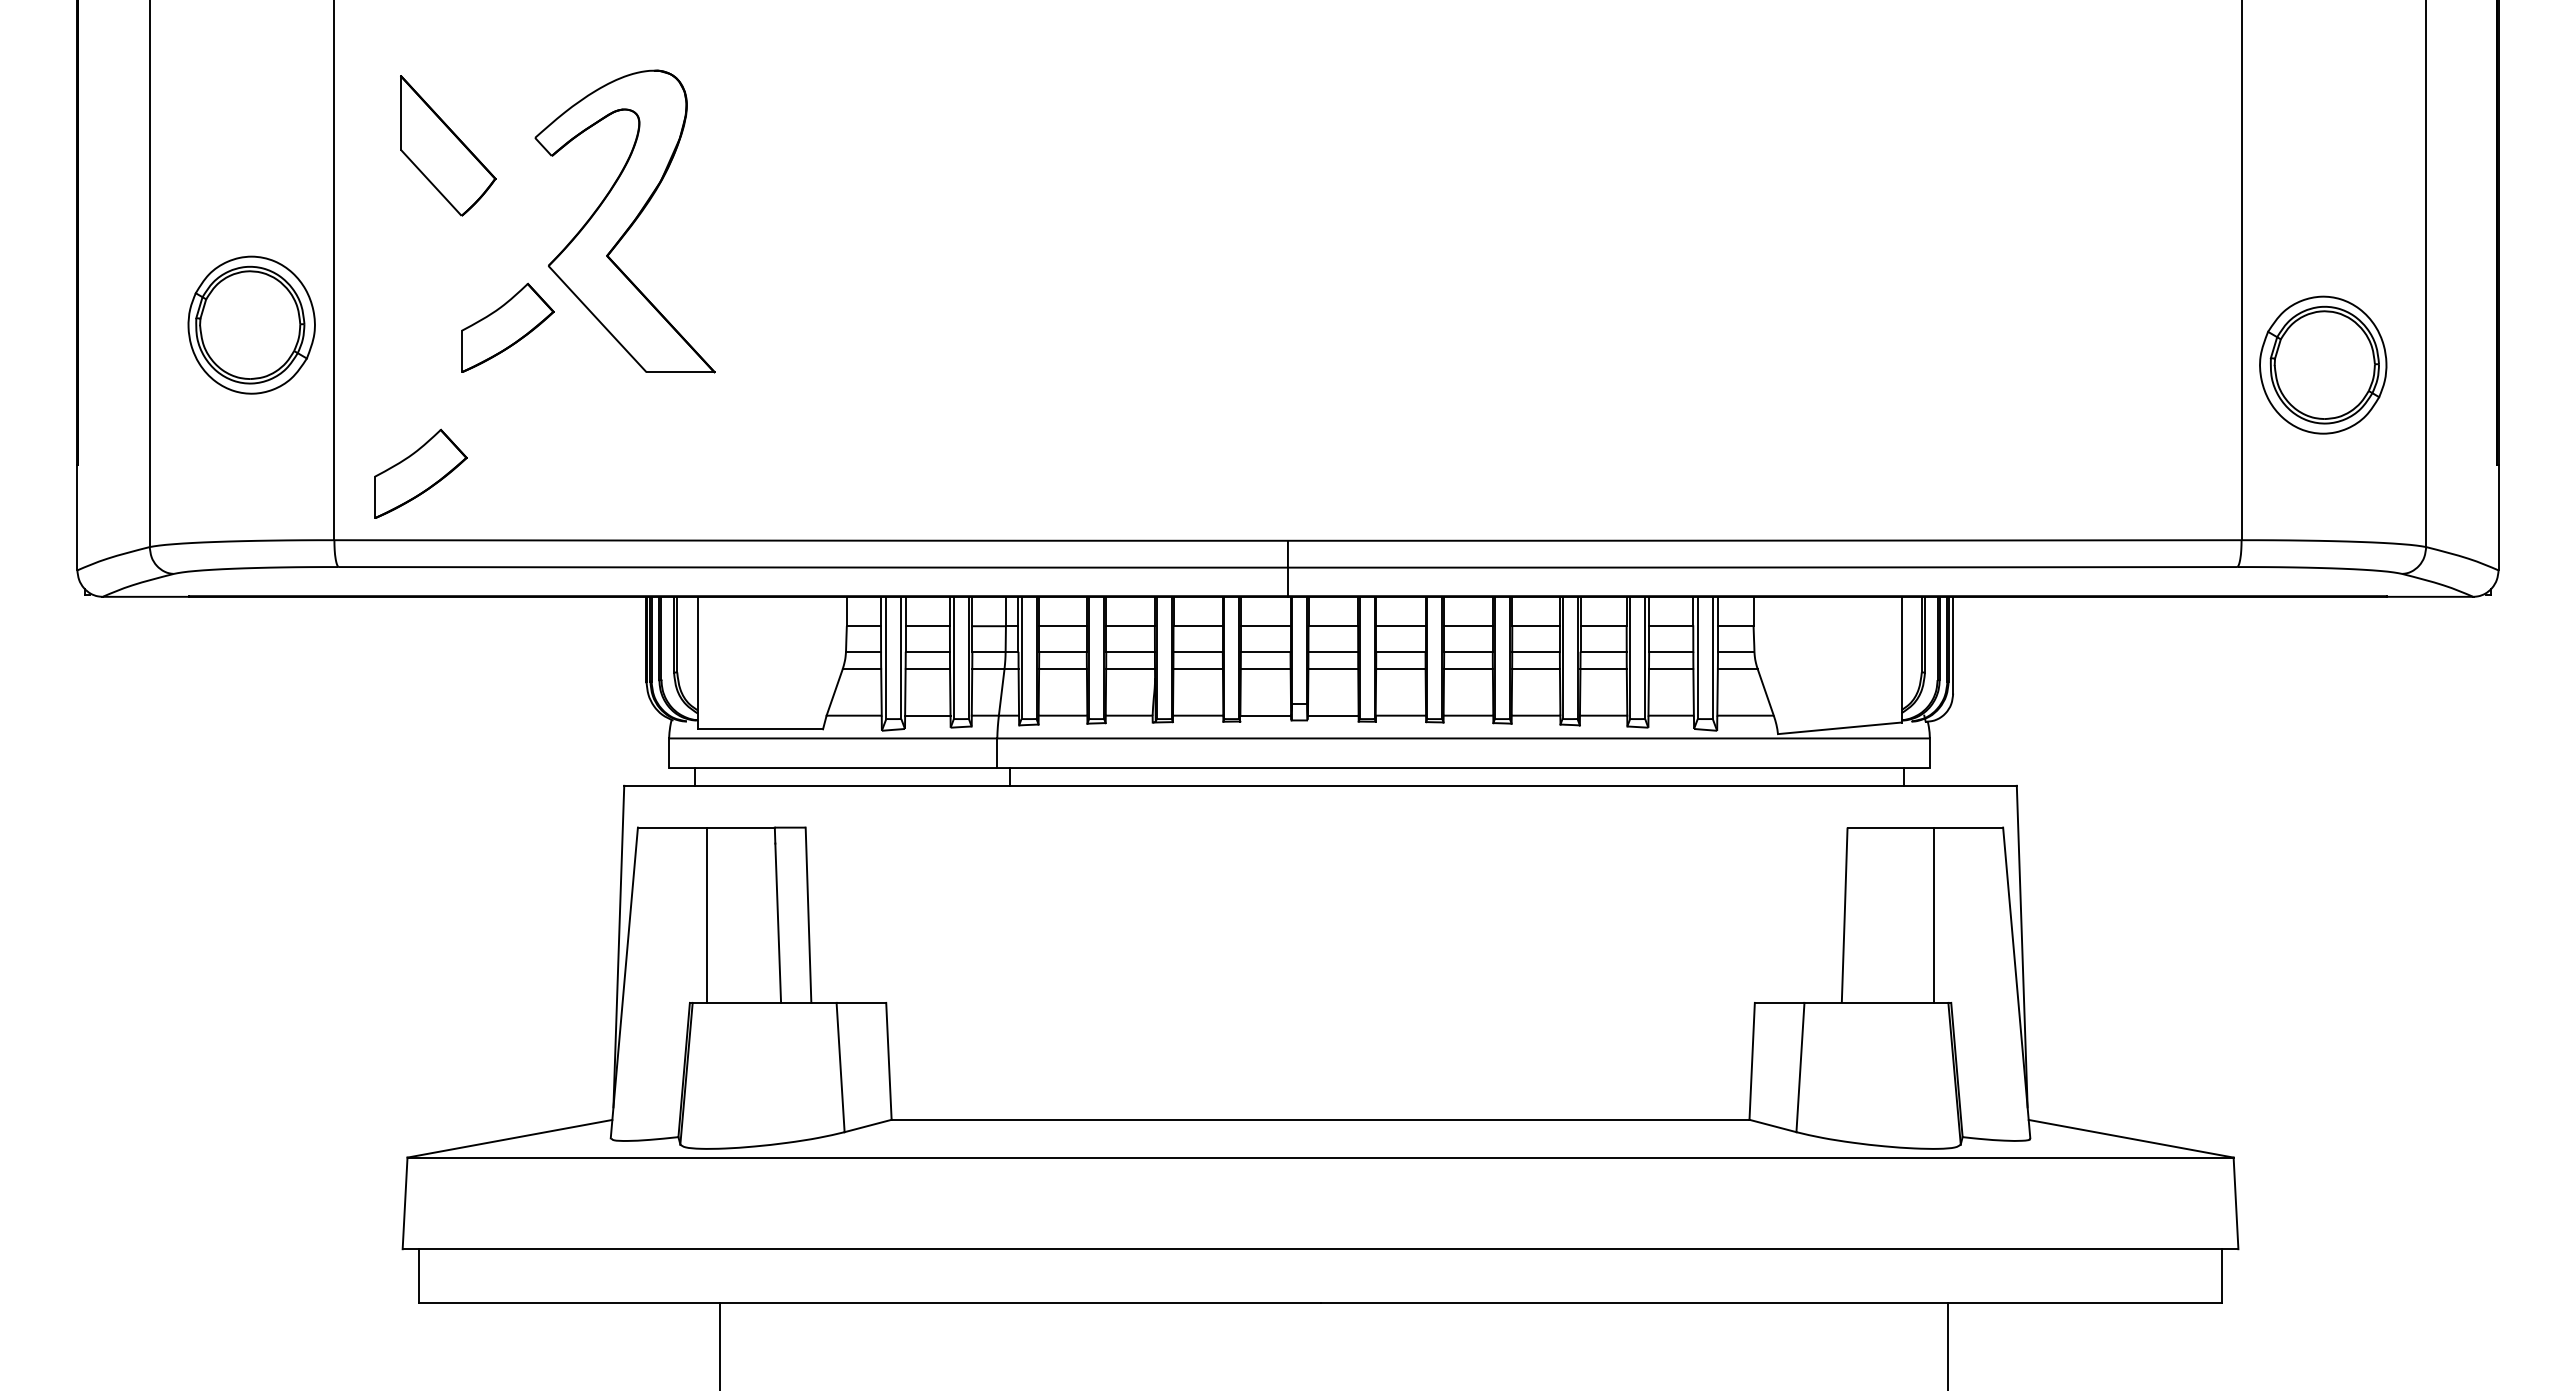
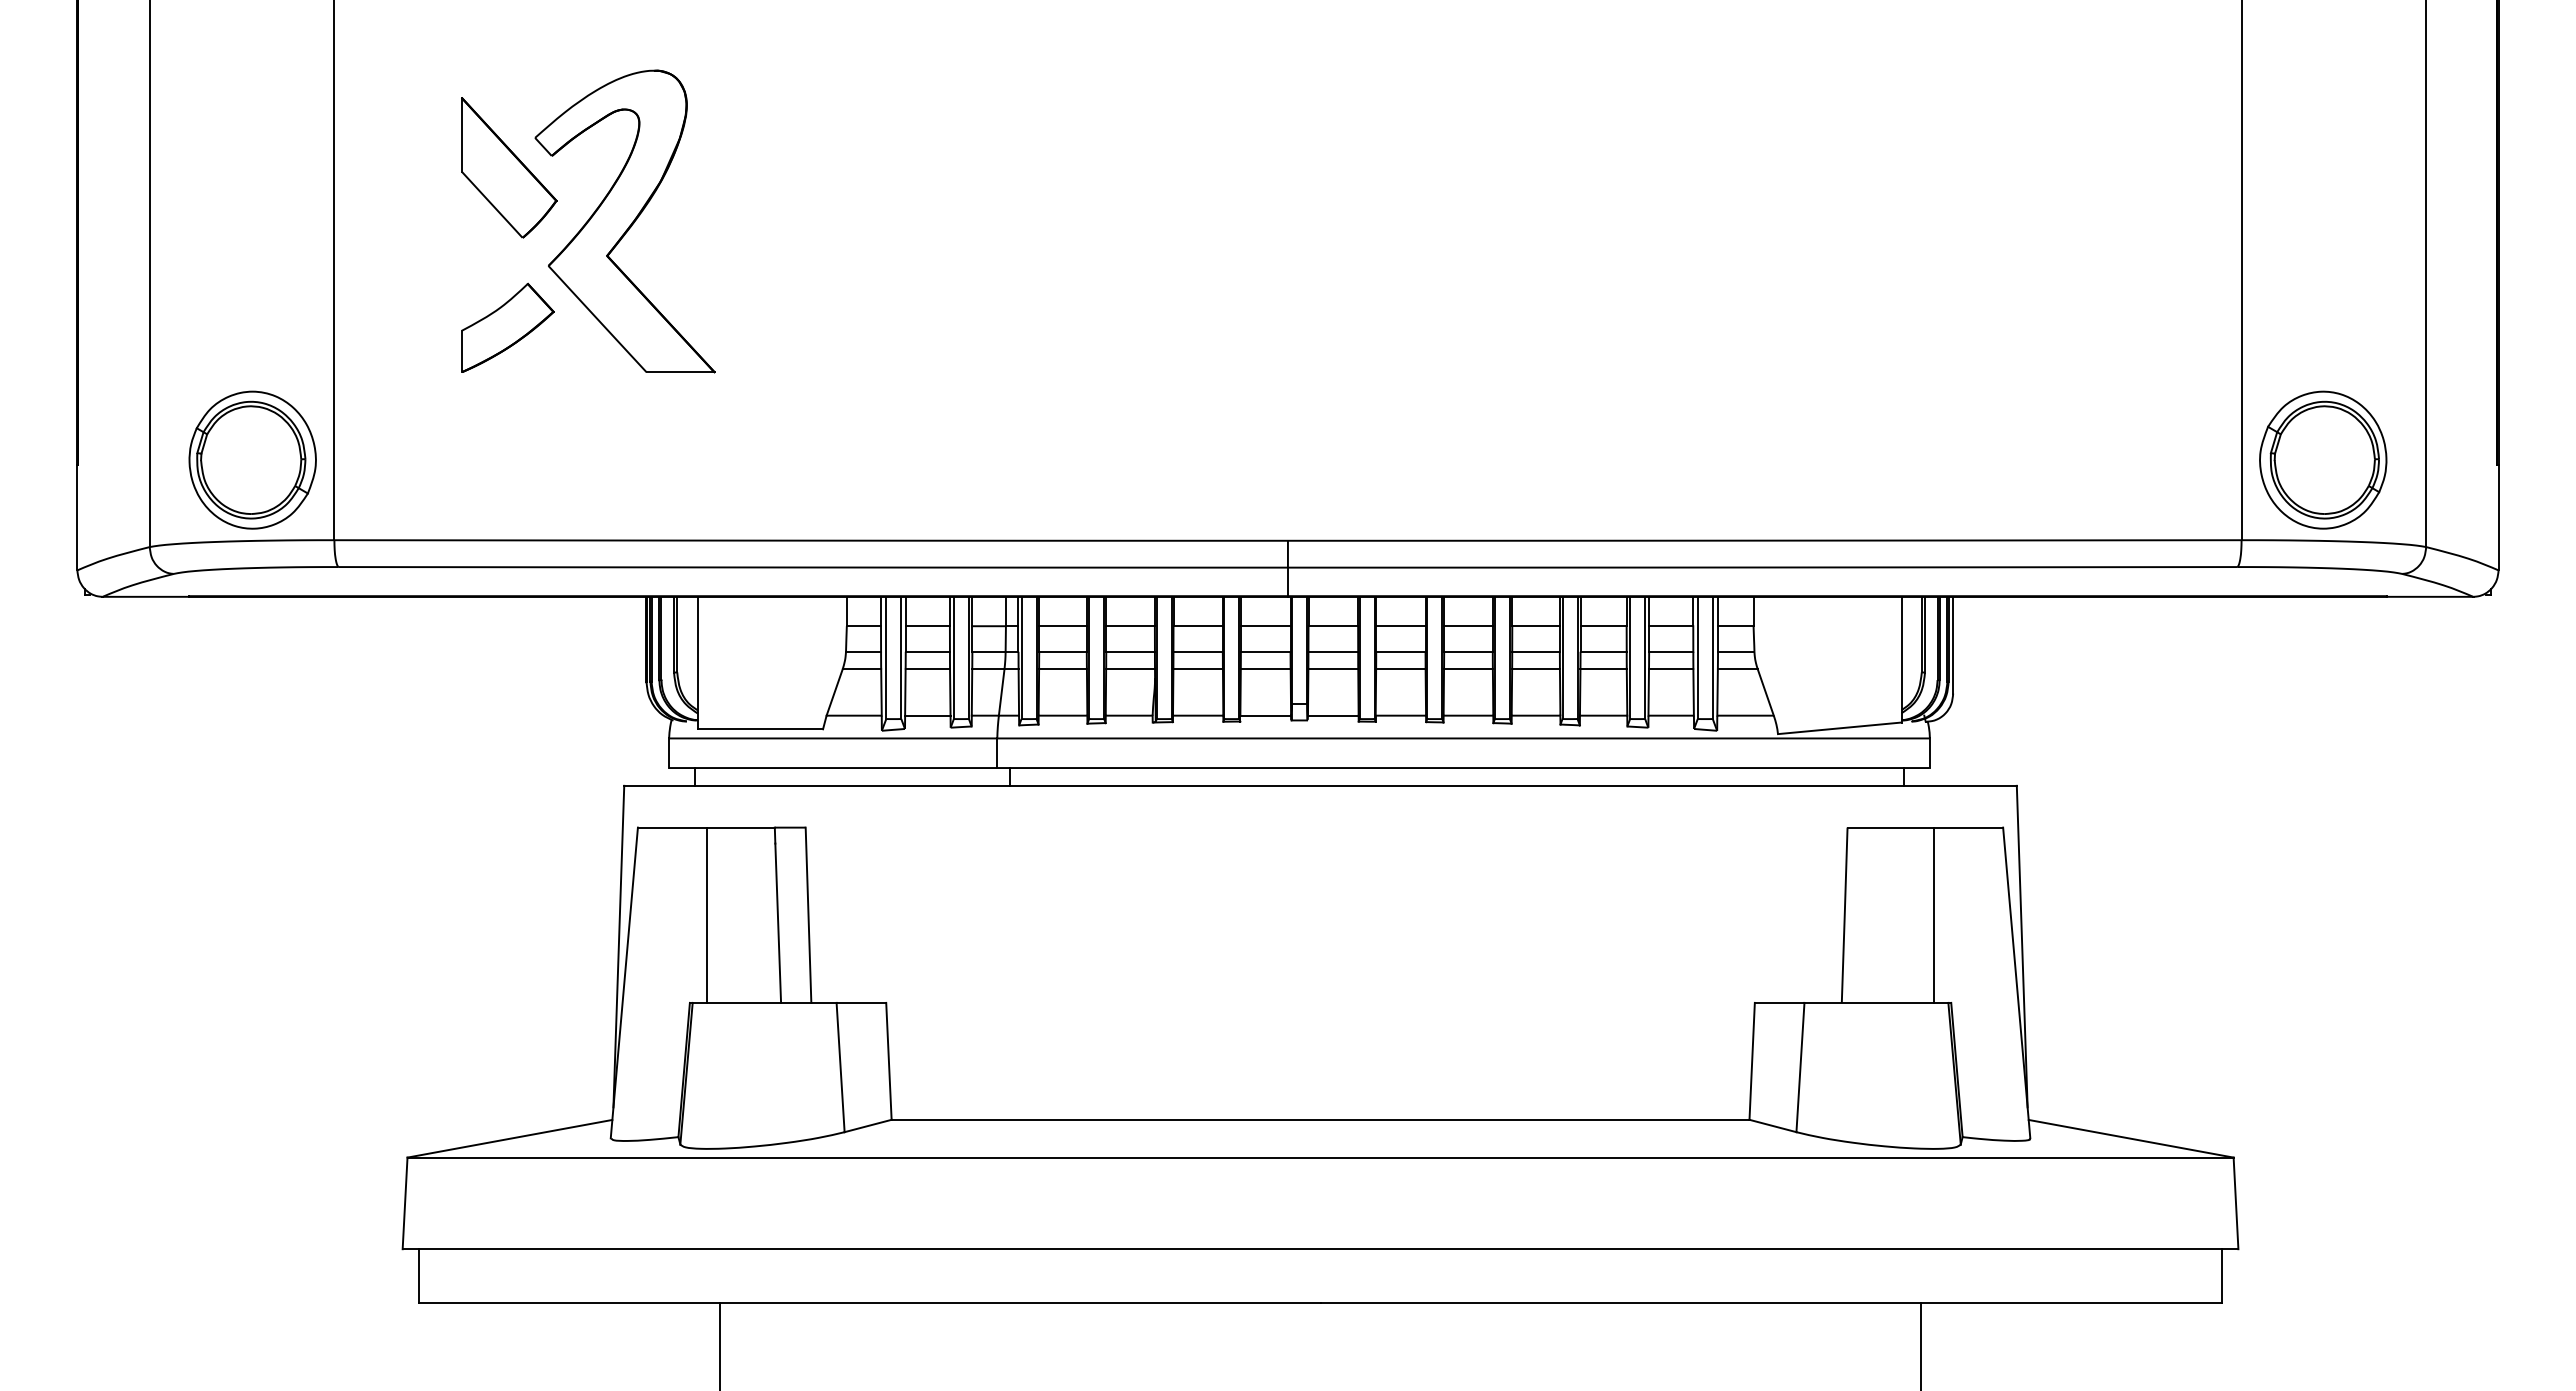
part at (448, 145) position: (448, 145) -> (509, 167)
part at (251, 324) position: (251, 324) -> (252, 459)
part at (2323, 364) position: (2323, 364) -> (2323, 459)
part at (420, 473): present -> none
line at (1947, 1345) position: (1947, 1345) -> (1920, 1345)
